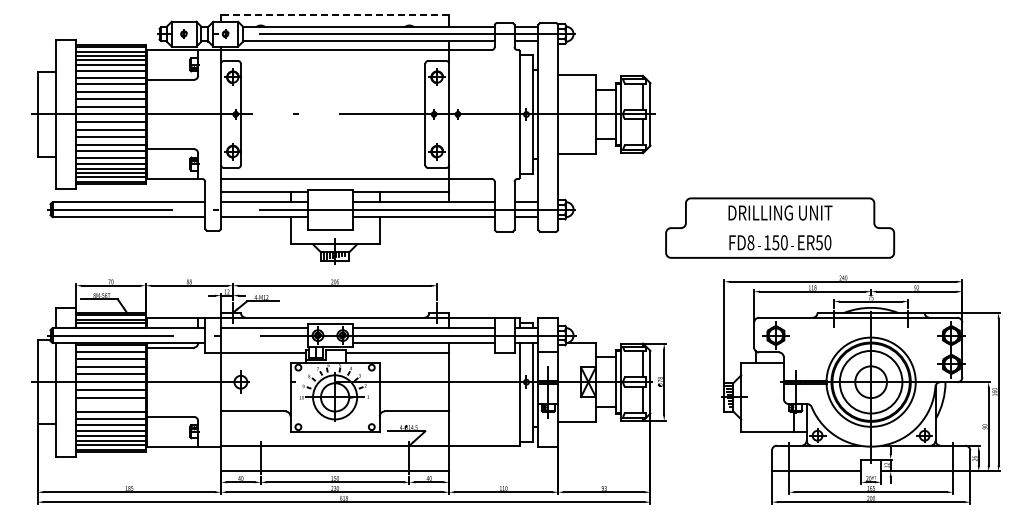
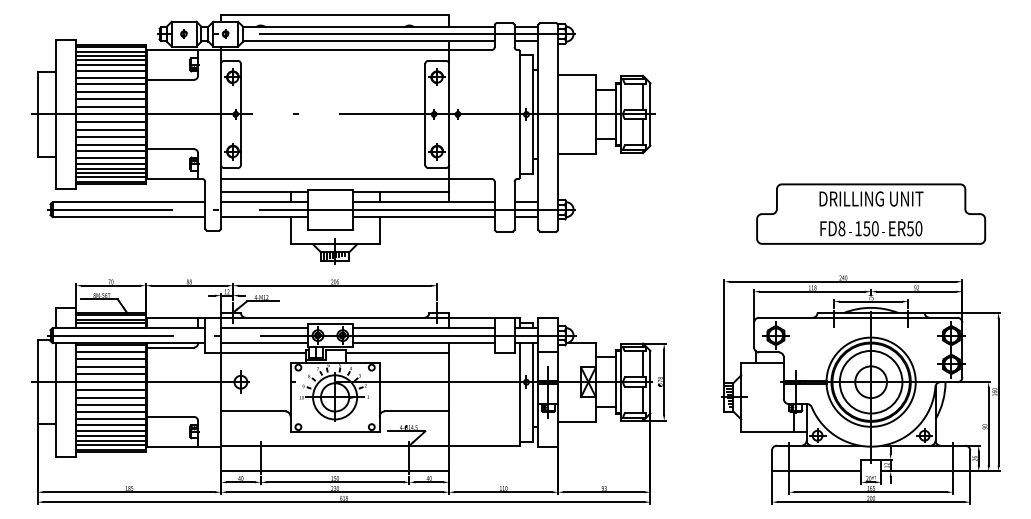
line at (334, 15): dashed -> solid
part at (780, 227) position: (780, 227) -> (871, 213)
line at (264, 343): none -> present
line at (110, 405): none -> present
